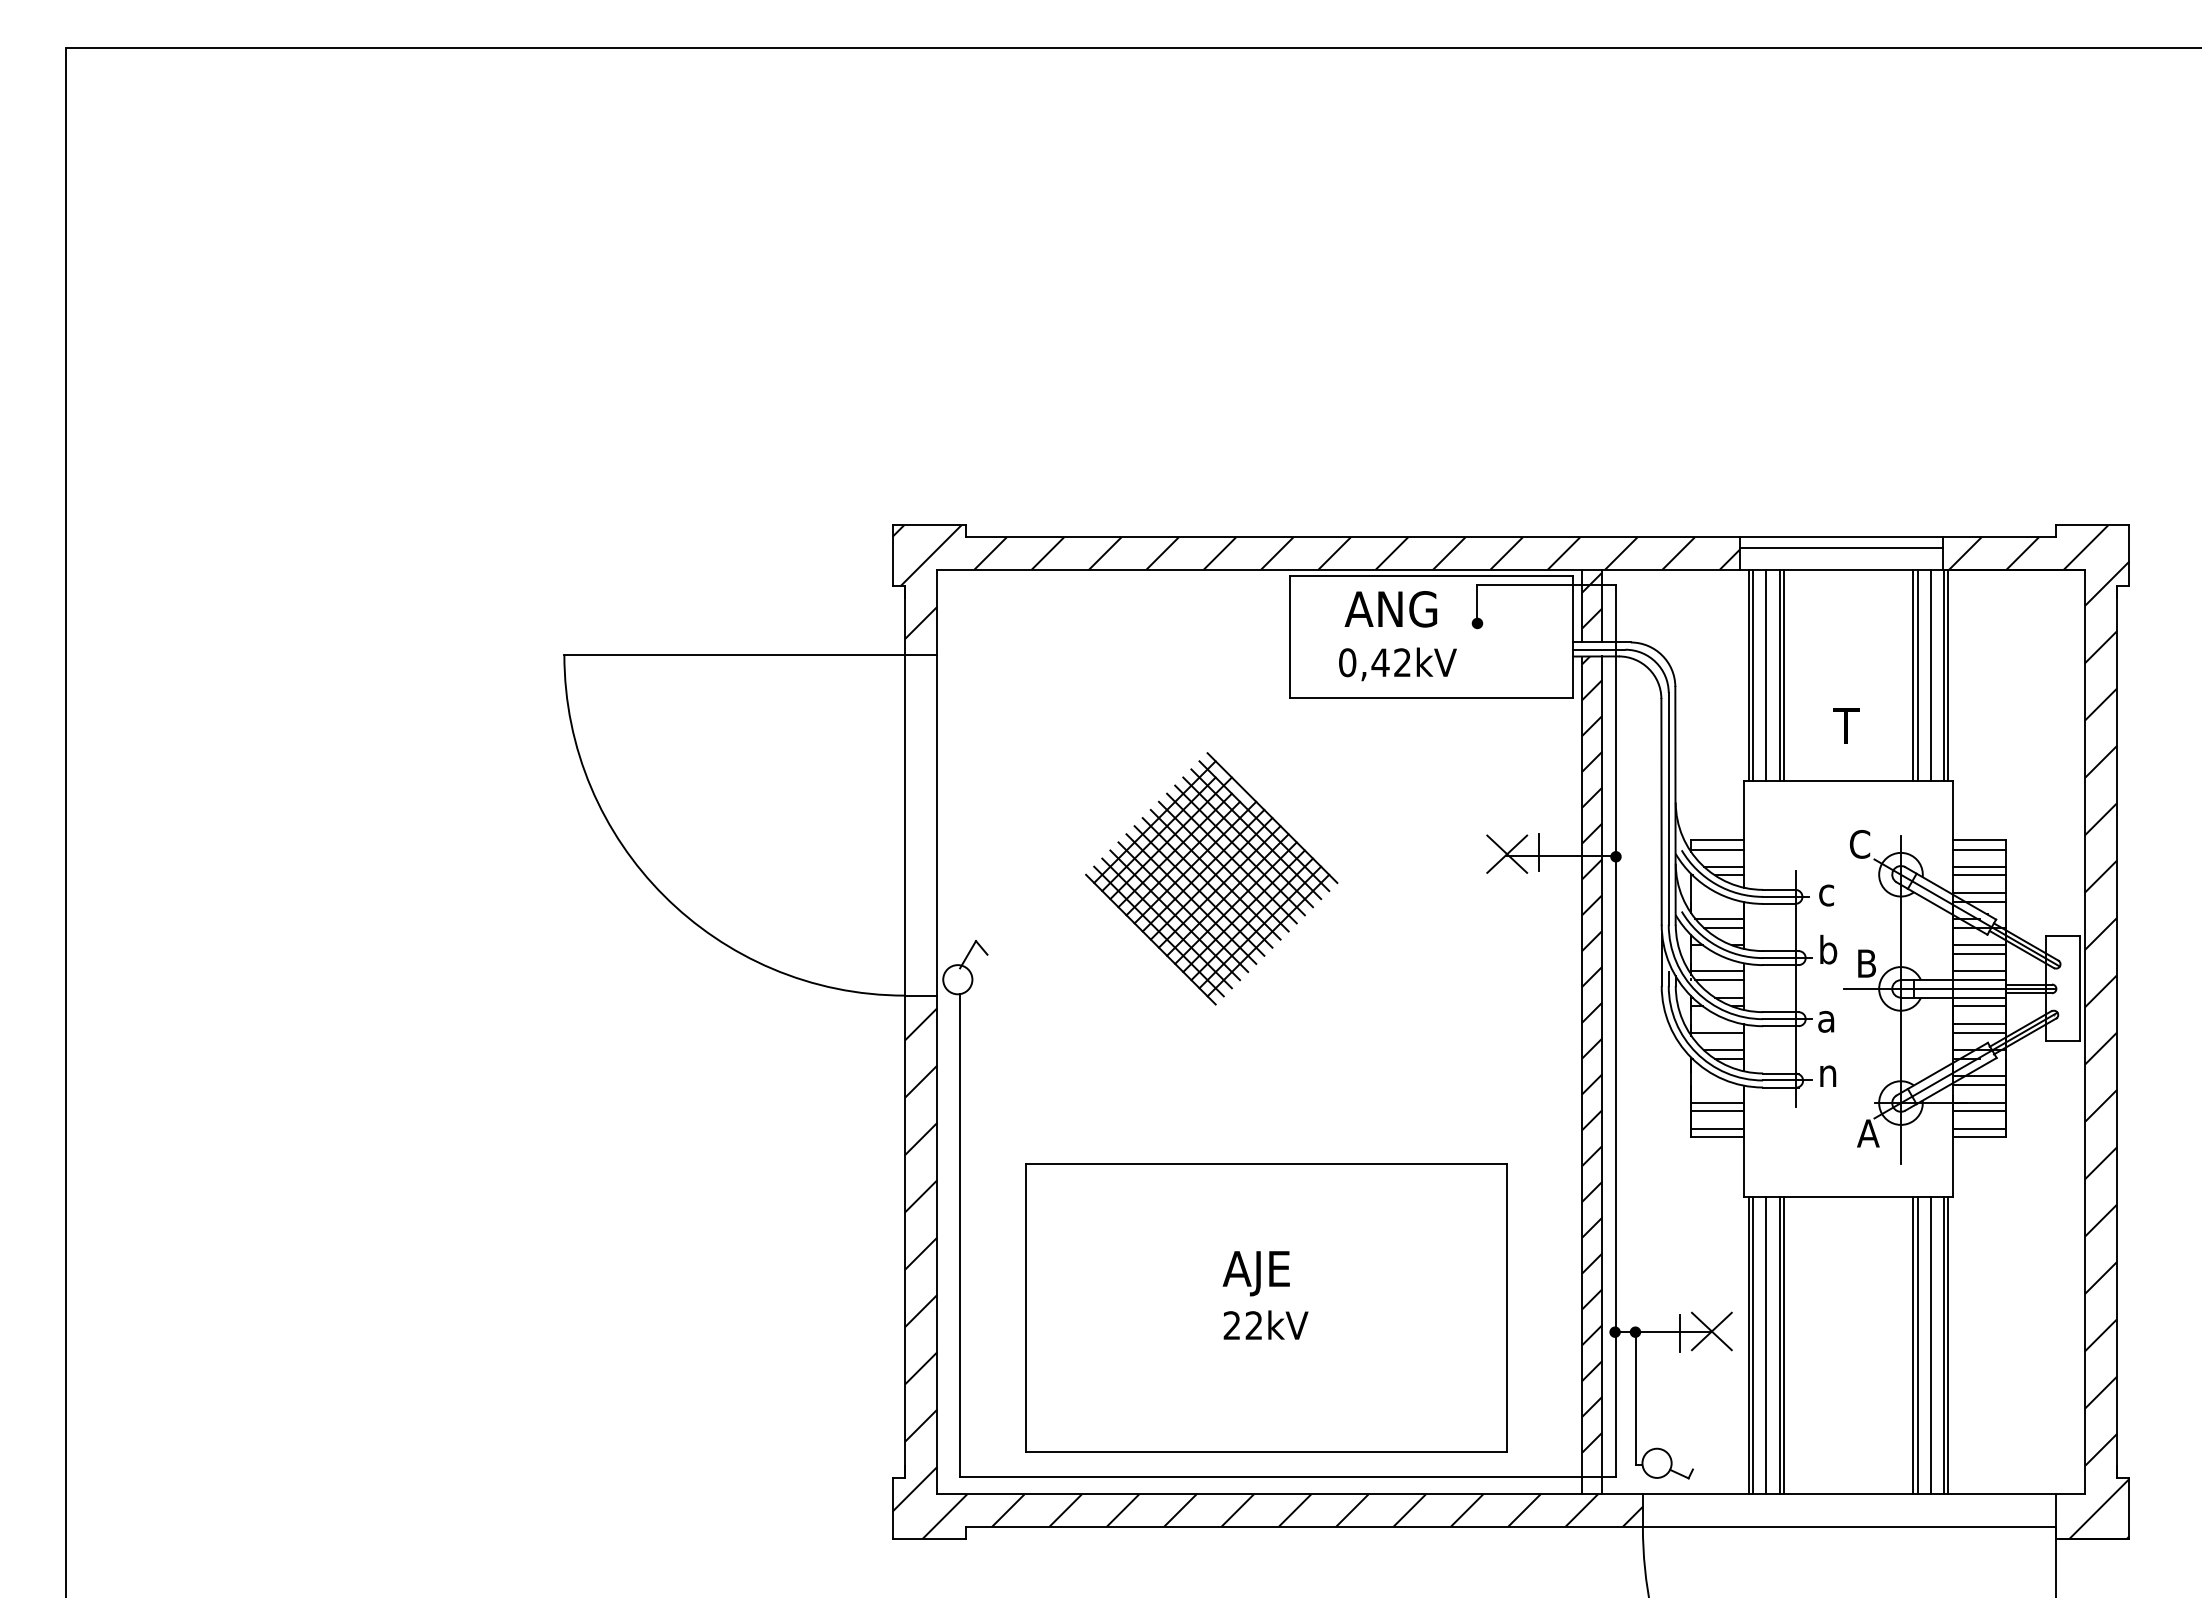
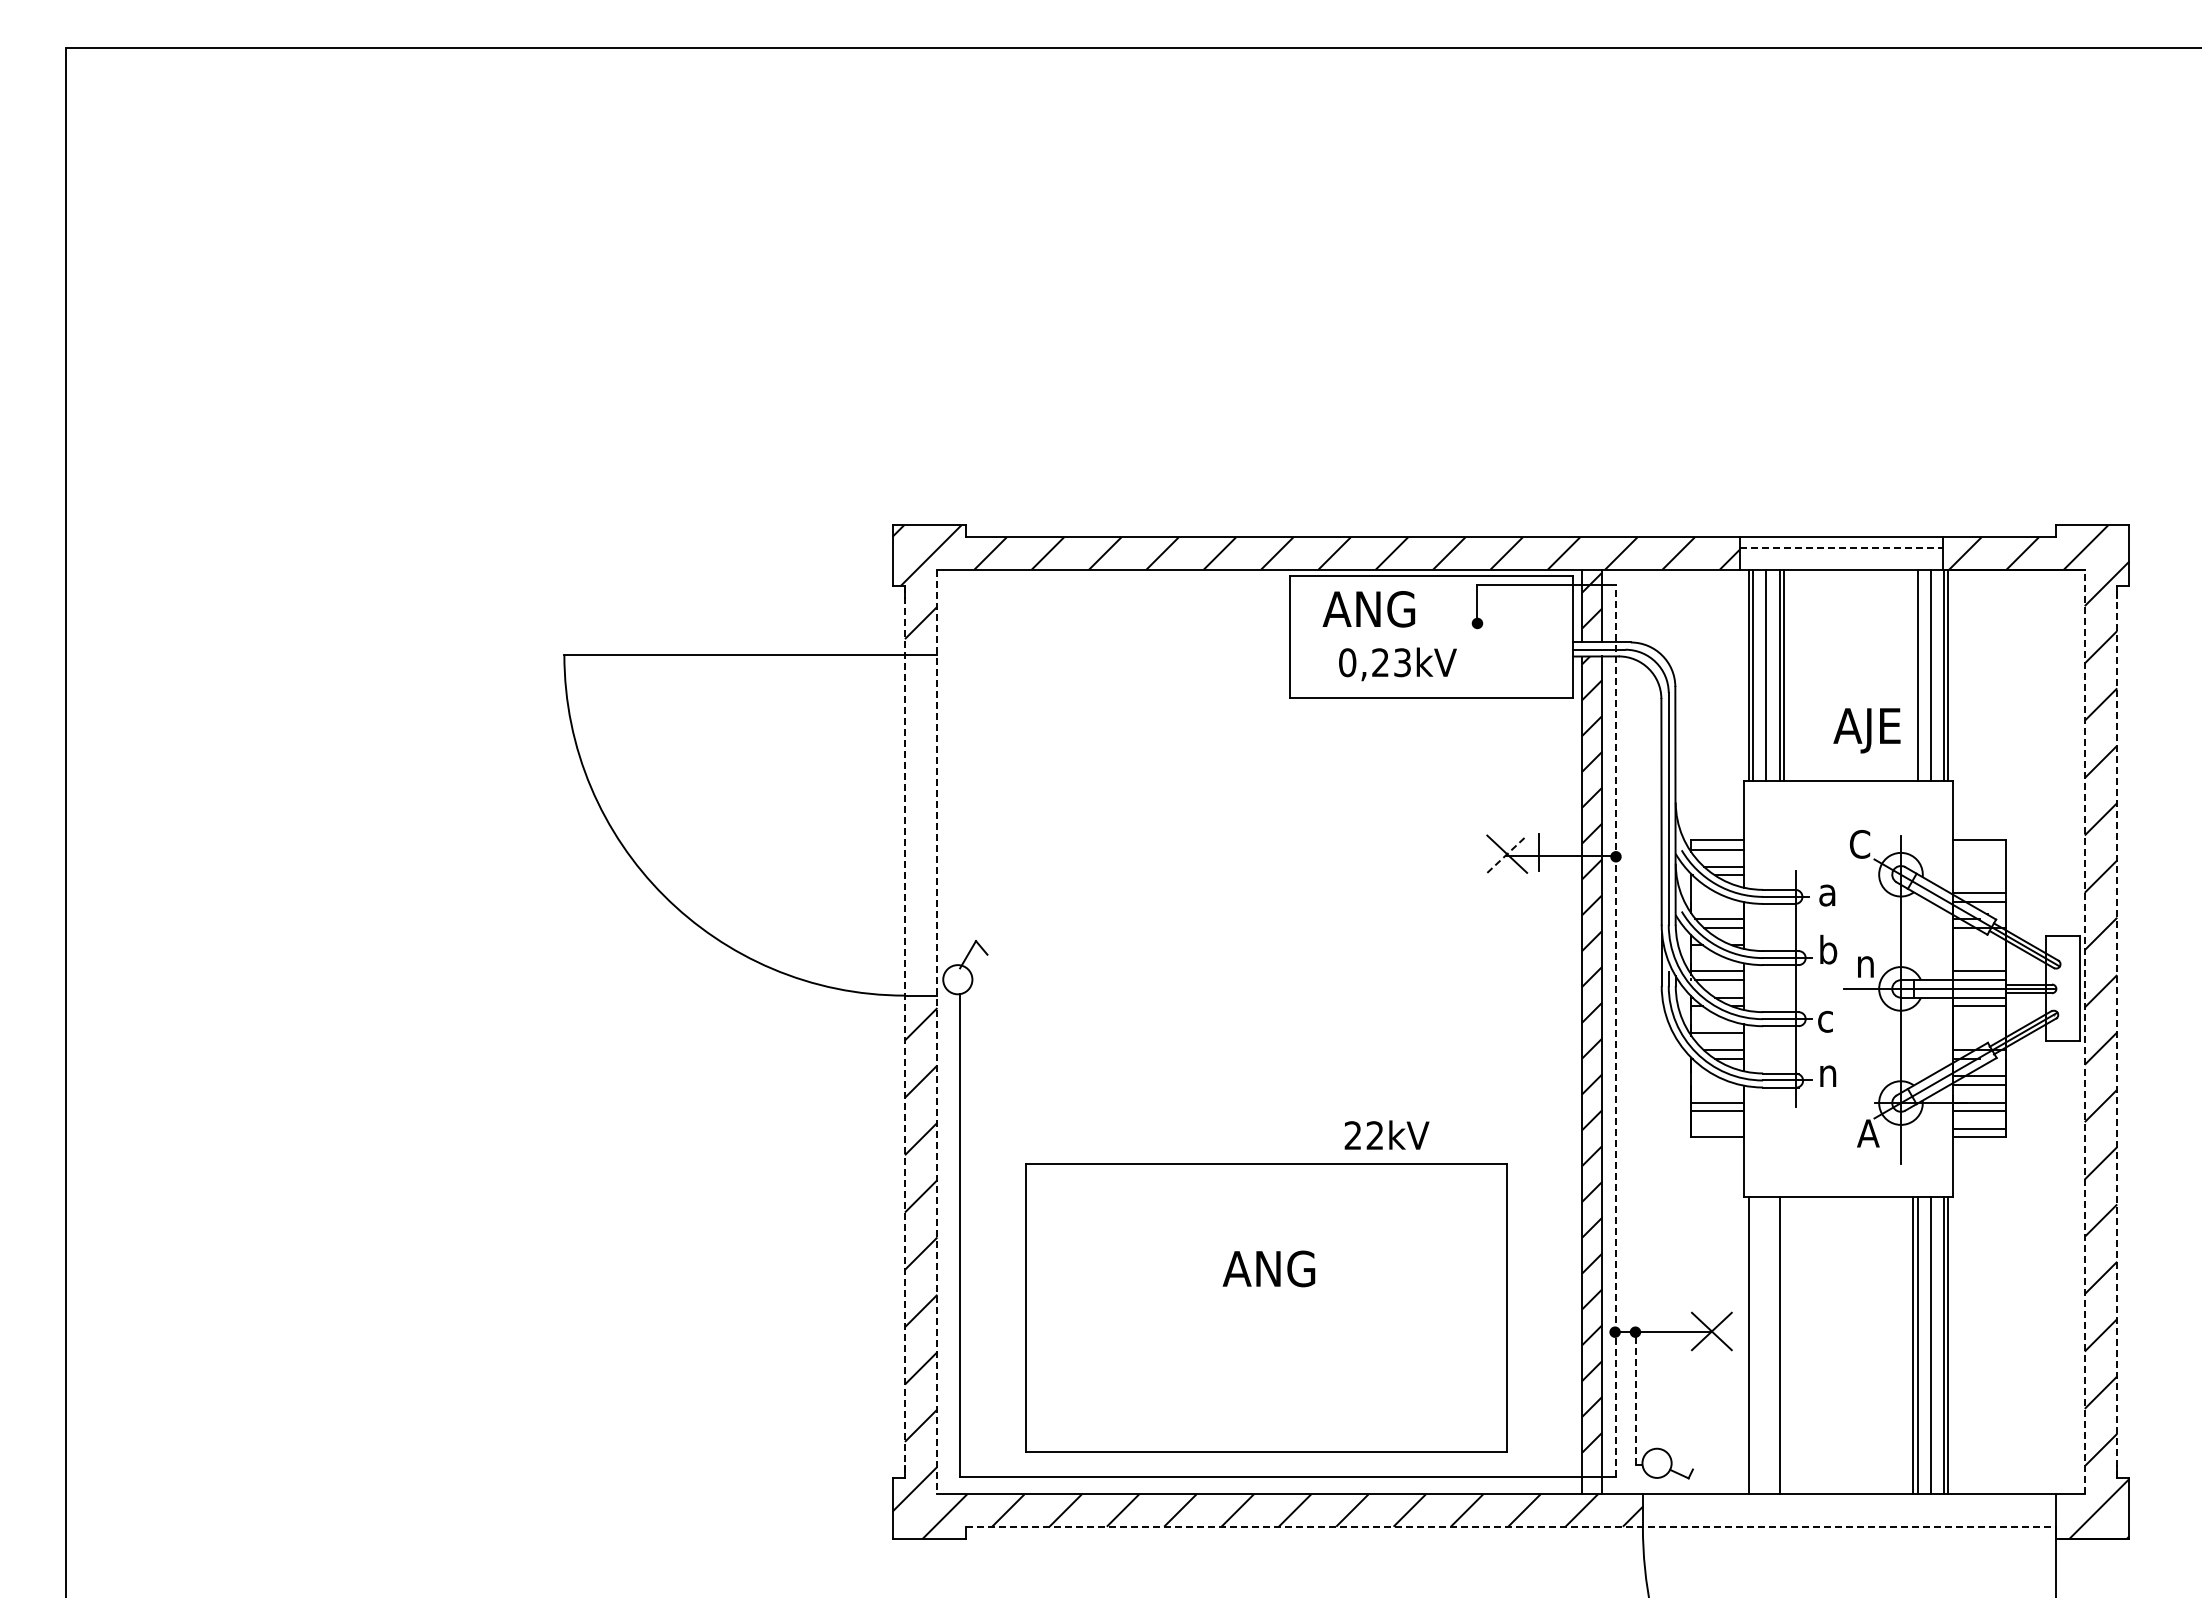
line at (1842, 548): solid -> dashed
text at (1390, 609) position: (1390, 609) -> (1368, 609)
text at (1390, 662): 0,42kV -> 0,23kV
line at (1913, 675): present -> none
text at (1866, 730): T -> AJE
line at (1979, 850): present -> none
line at (1507, 853): solid -> dashed
line at (1979, 866): present -> none
line at (1979, 875): present -> none
part at (1211, 878): present -> none
text at (1827, 895): c -> a
line at (1979, 945): present -> none
line at (1979, 953): present -> none
text at (1866, 963): B -> n
text at (1826, 1021): a -> c
line at (1979, 1023): present -> none
line at (1615, 1030): solid -> dashed
line at (2084, 1031): solid -> dashed
line at (2117, 1031): solid -> dashed
line at (904, 1032): solid -> dashed
line at (937, 1032): solid -> dashed
line at (1979, 1032): present -> none
line at (1717, 1128): present -> none
text at (1282, 1273): AJE -> ANG
text at (1265, 1324) position: (1265, 1324) -> (1386, 1134)
line at (1679, 1333): present -> none
line at (1753, 1345): present -> none
line at (1766, 1345): present -> none
line at (1783, 1345): present -> none
line at (1636, 1398): solid -> dashed
line at (1511, 1526): solid -> dashed
